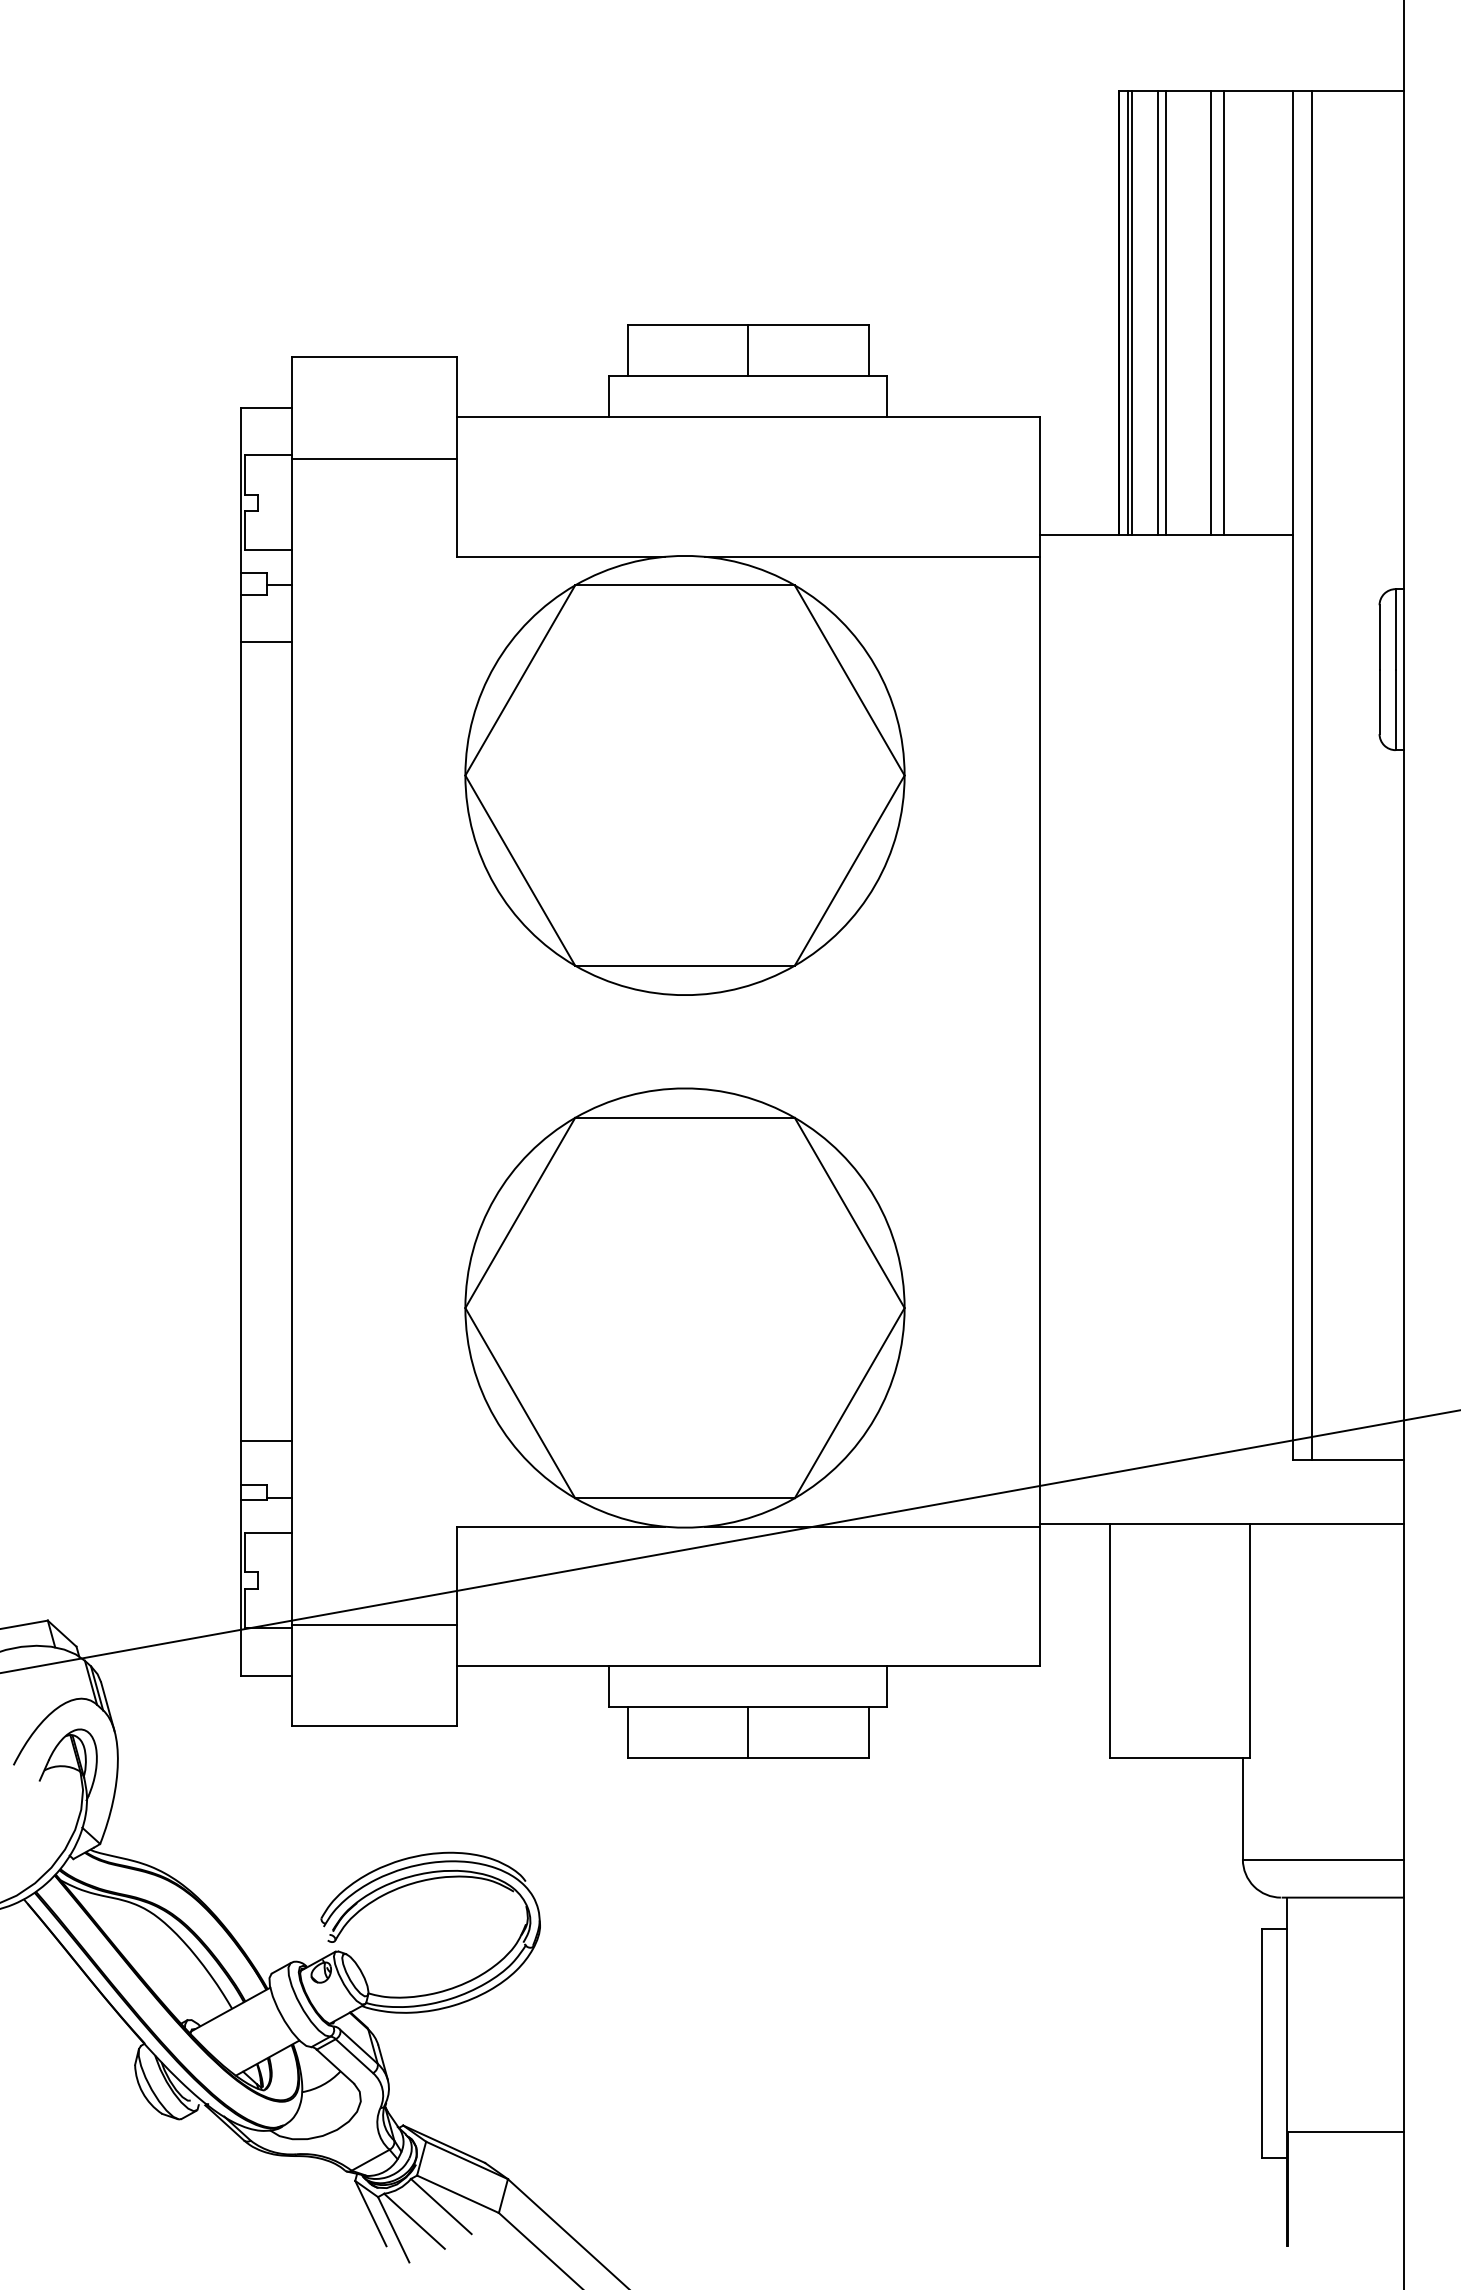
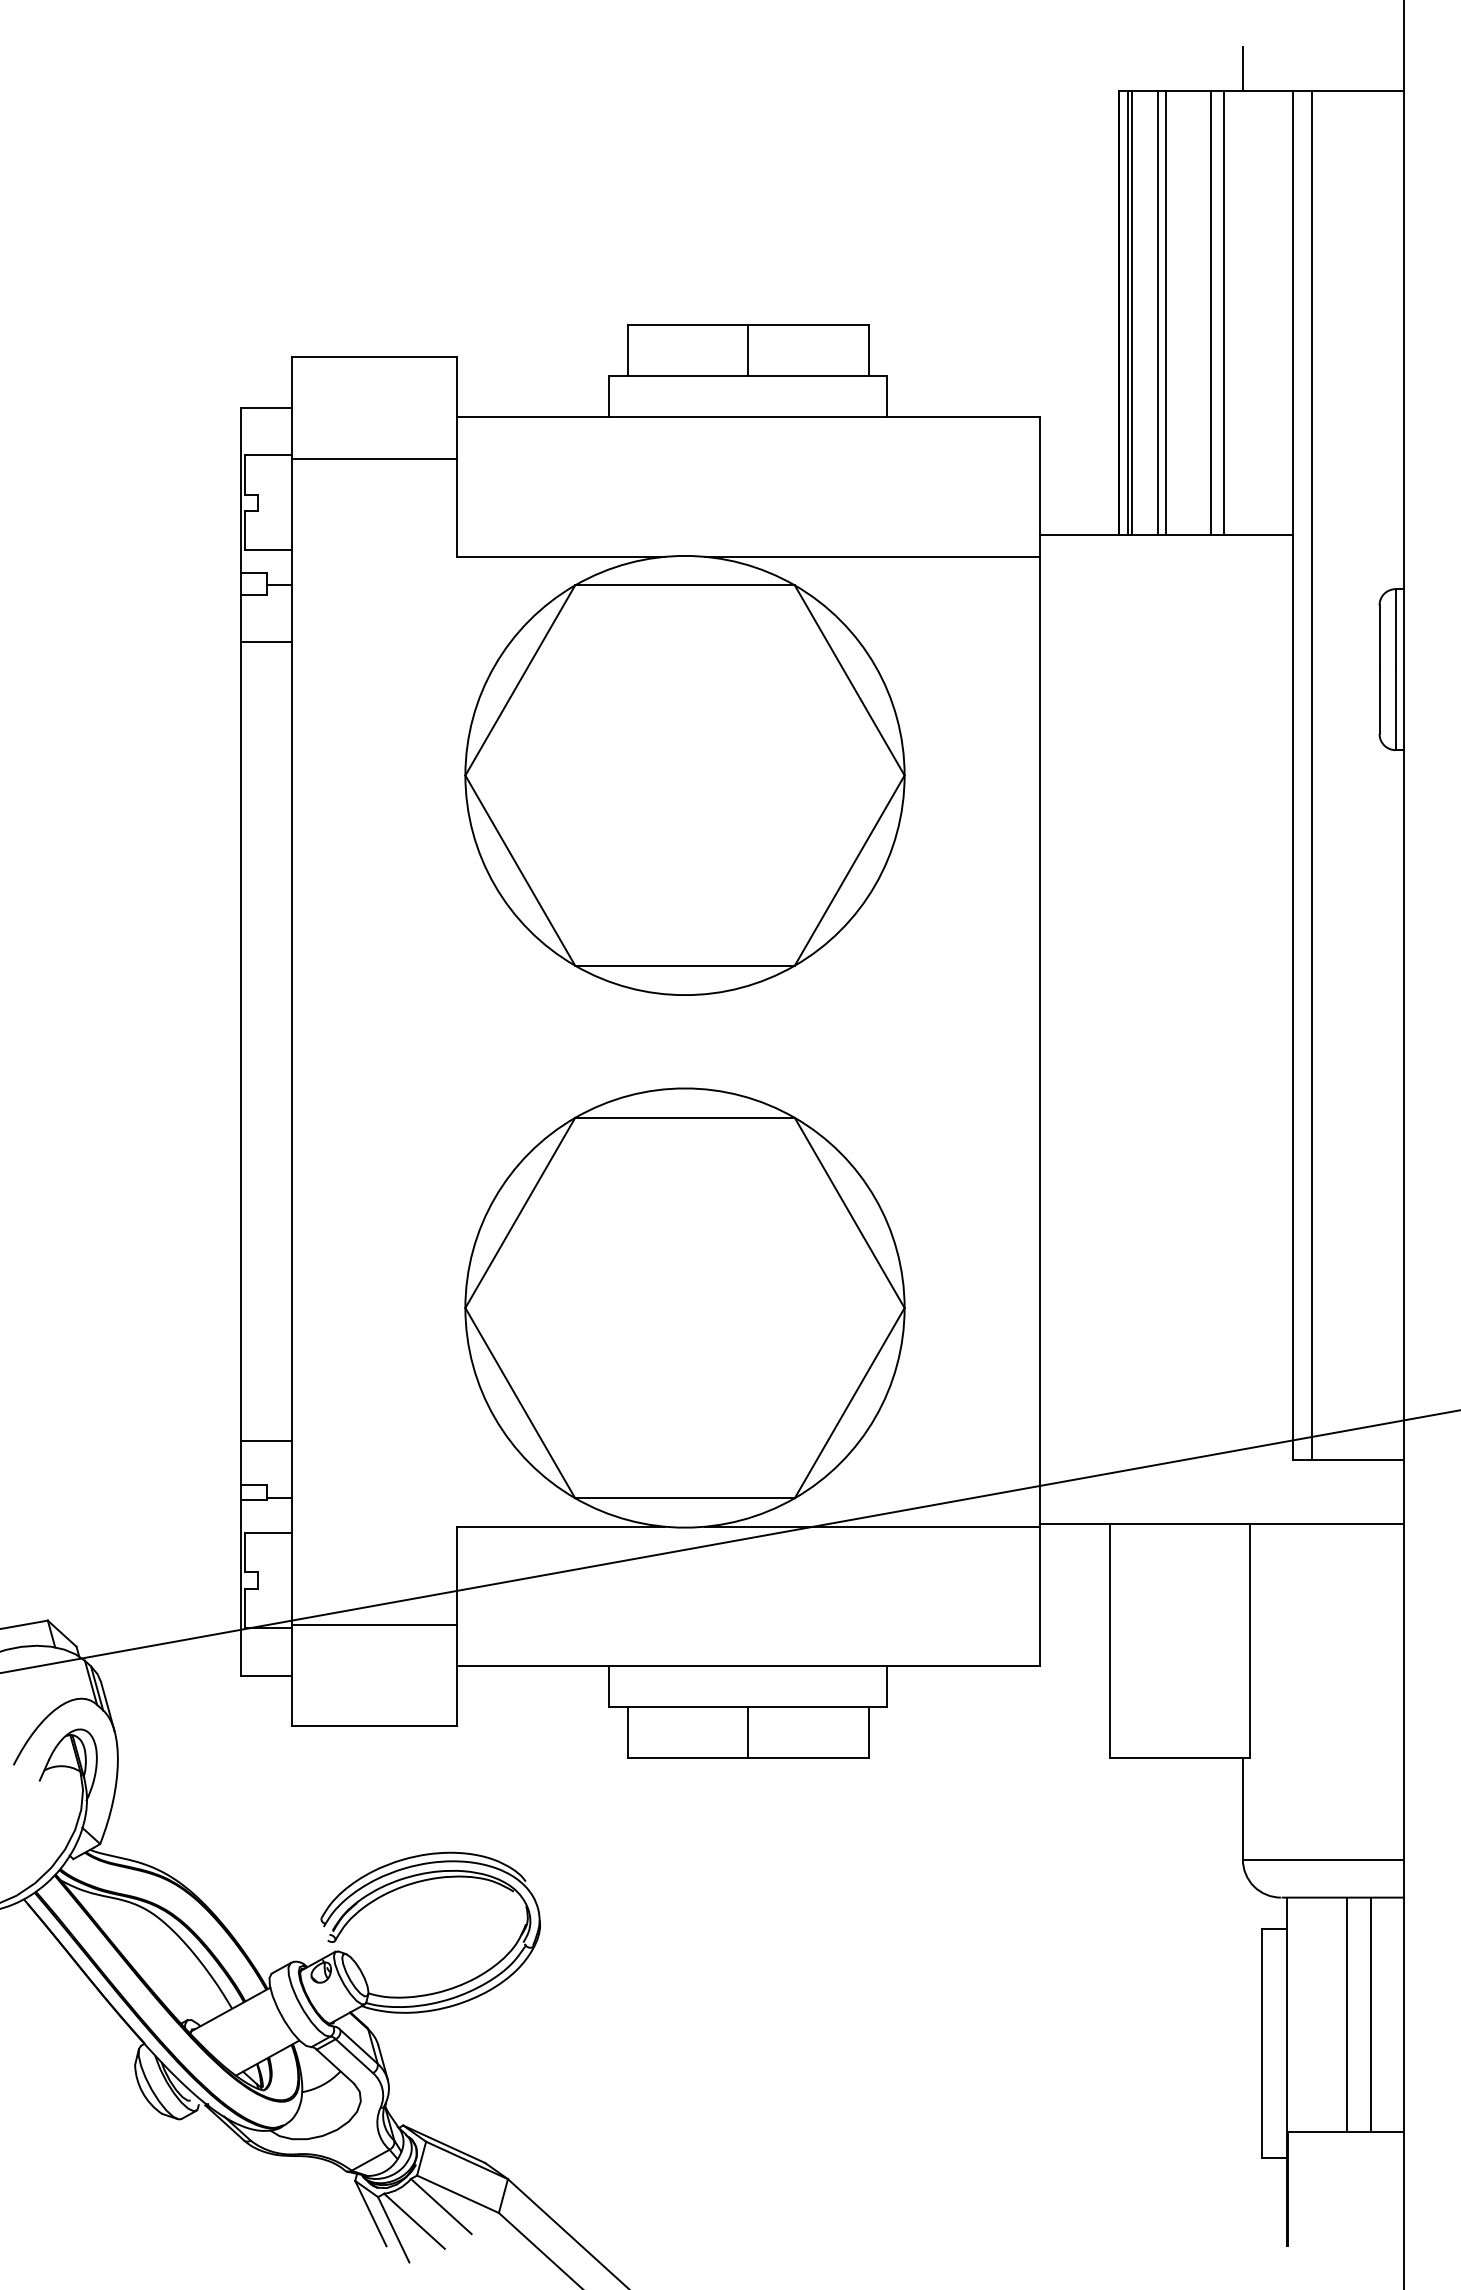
line at (1242, 68): none -> present
line at (1347, 2014): none -> present
line at (1371, 2014): none -> present
